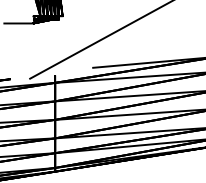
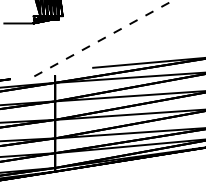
line at (101, 39): solid -> dashed
